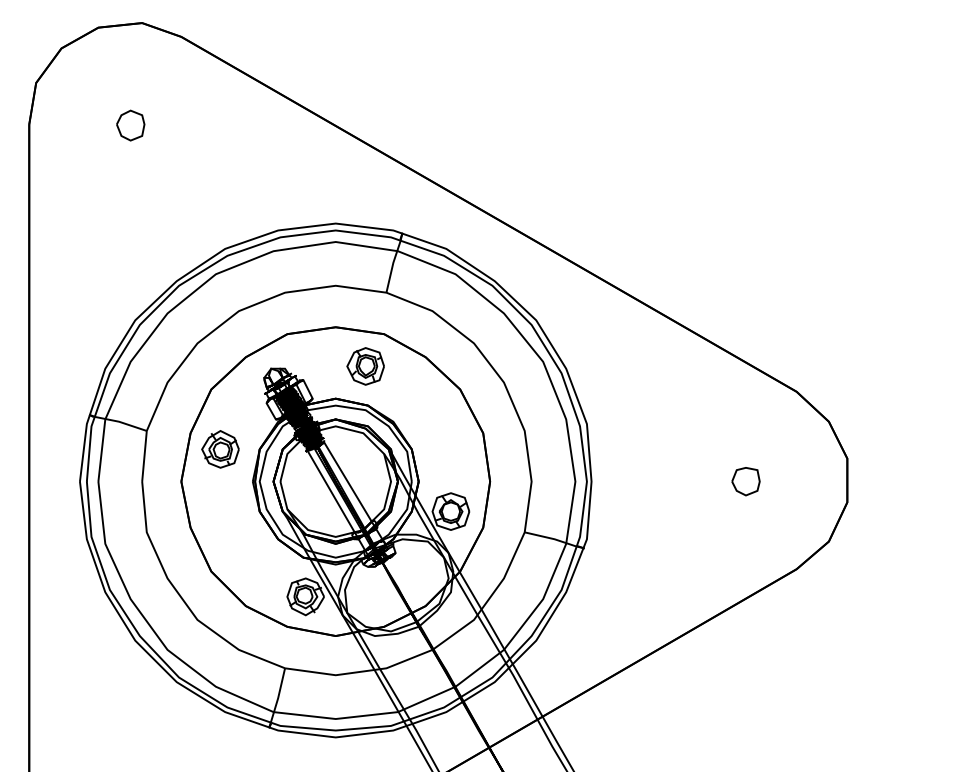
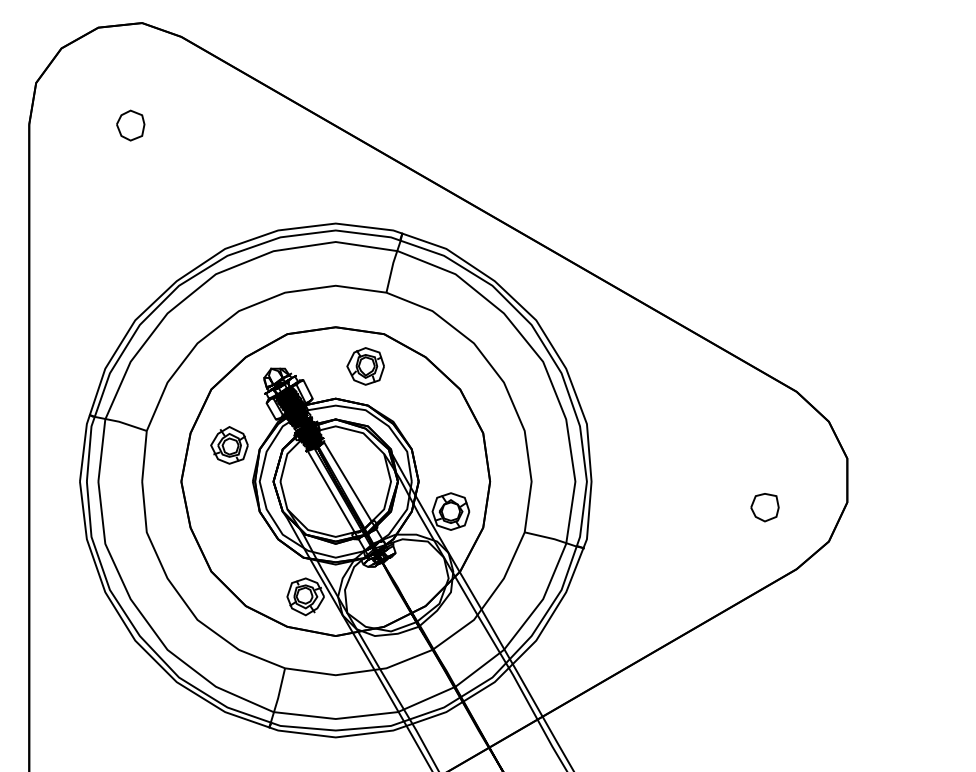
part at (220, 449) position: (220, 449) -> (229, 445)
part at (745, 481) position: (745, 481) -> (764, 507)
